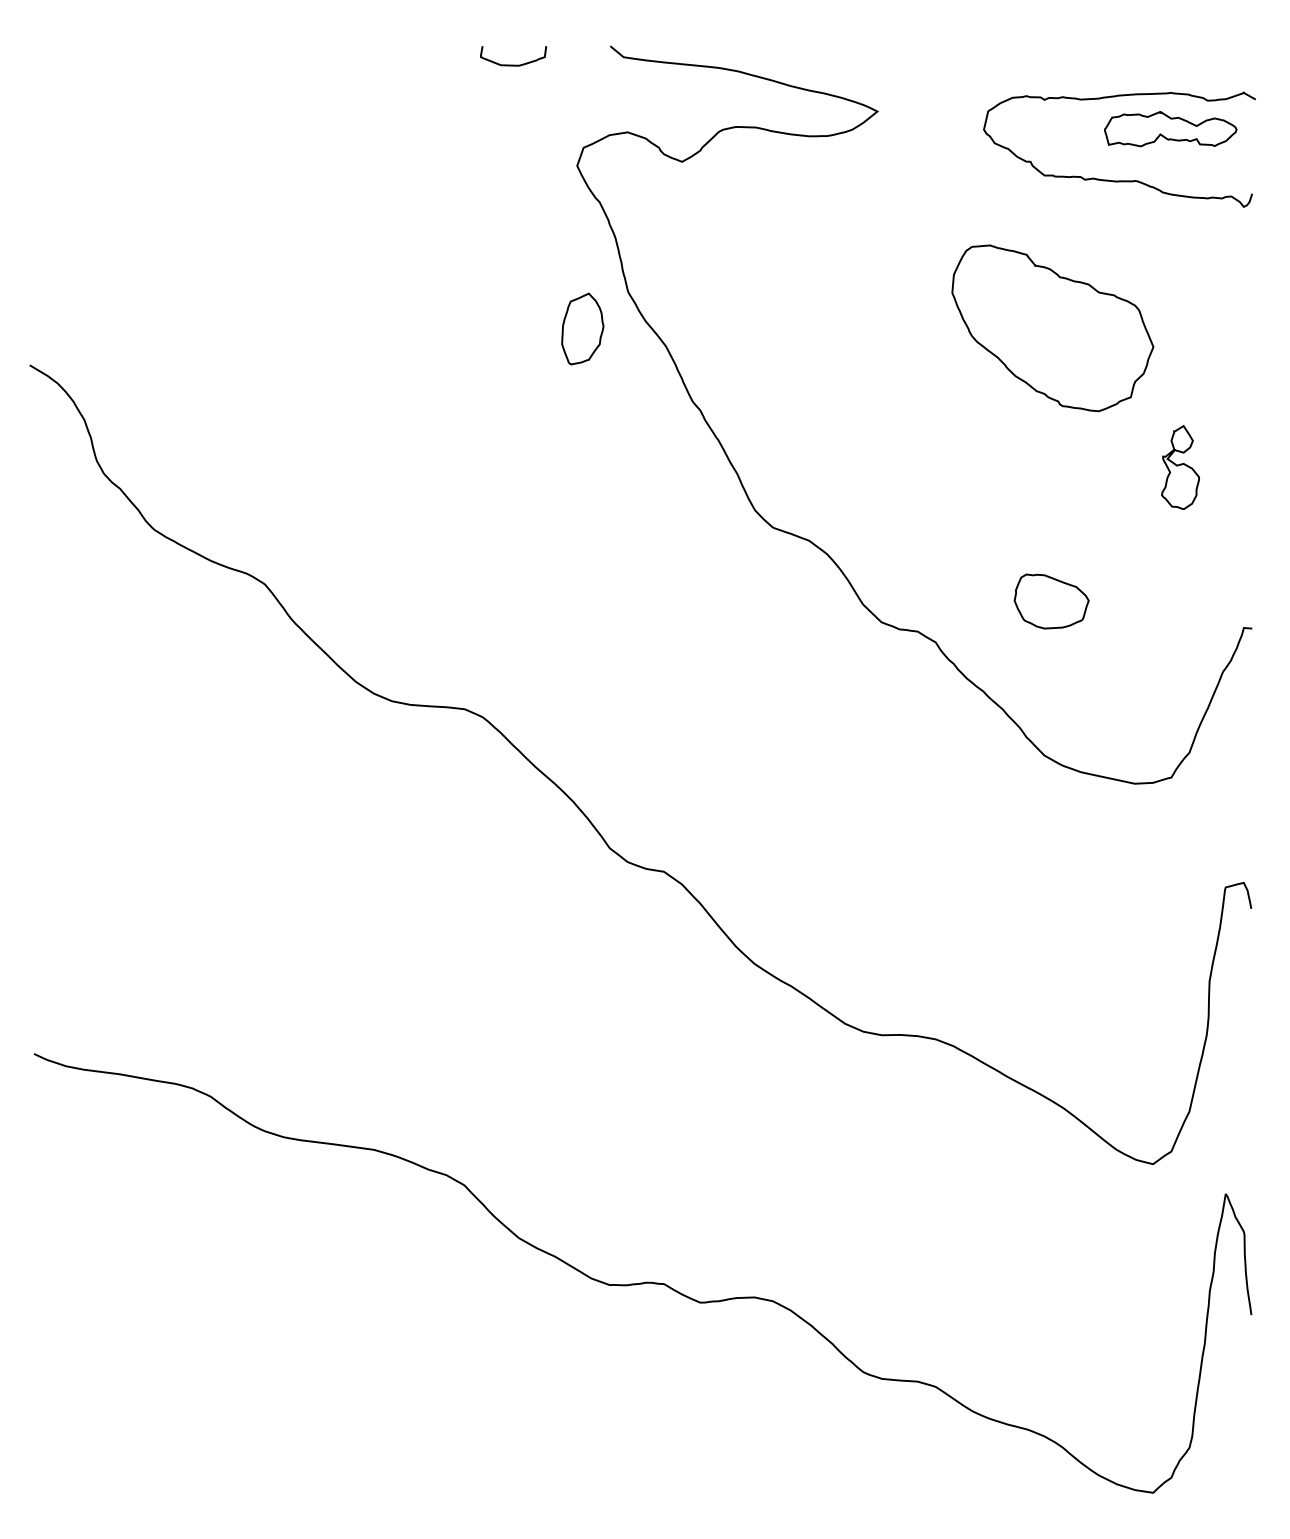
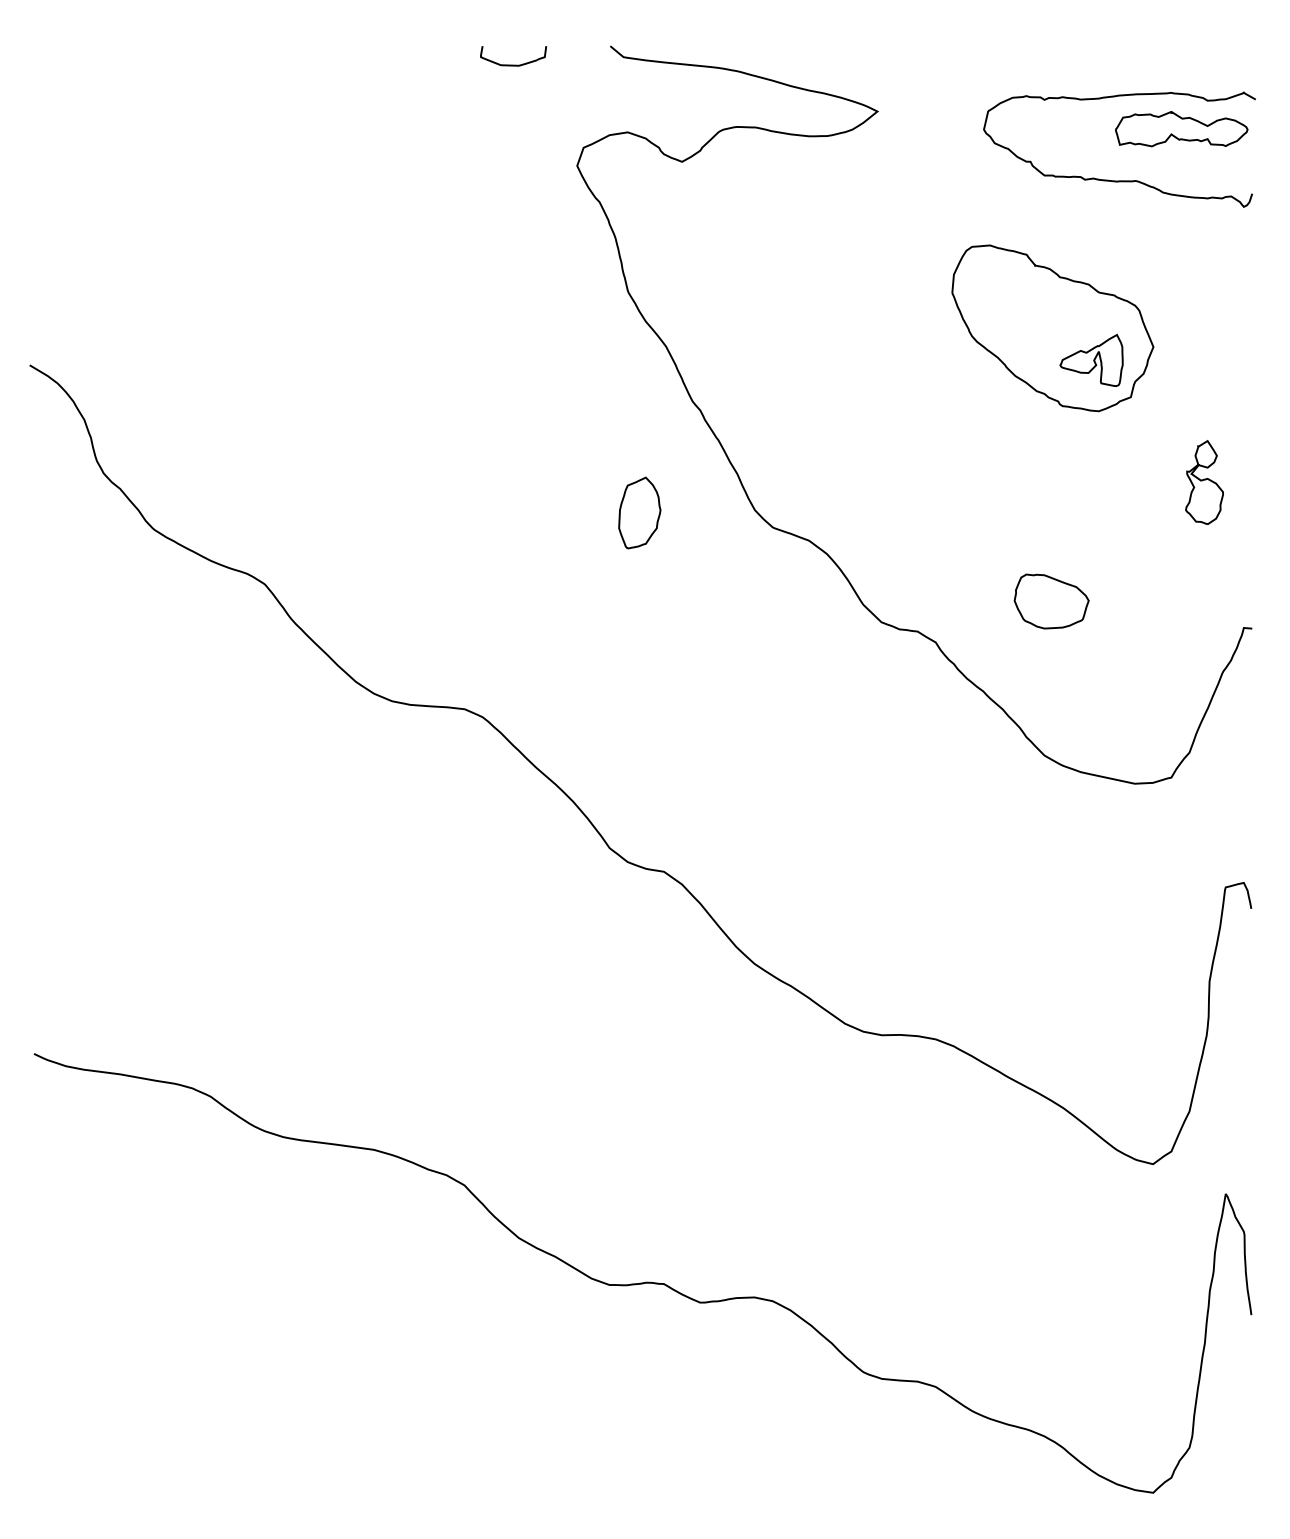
part at (1170, 129) position: (1170, 129) -> (1181, 129)
part at (582, 328) position: (582, 328) -> (639, 512)
part at (1091, 359): none -> present
part at (1180, 467) position: (1180, 467) -> (1204, 482)
